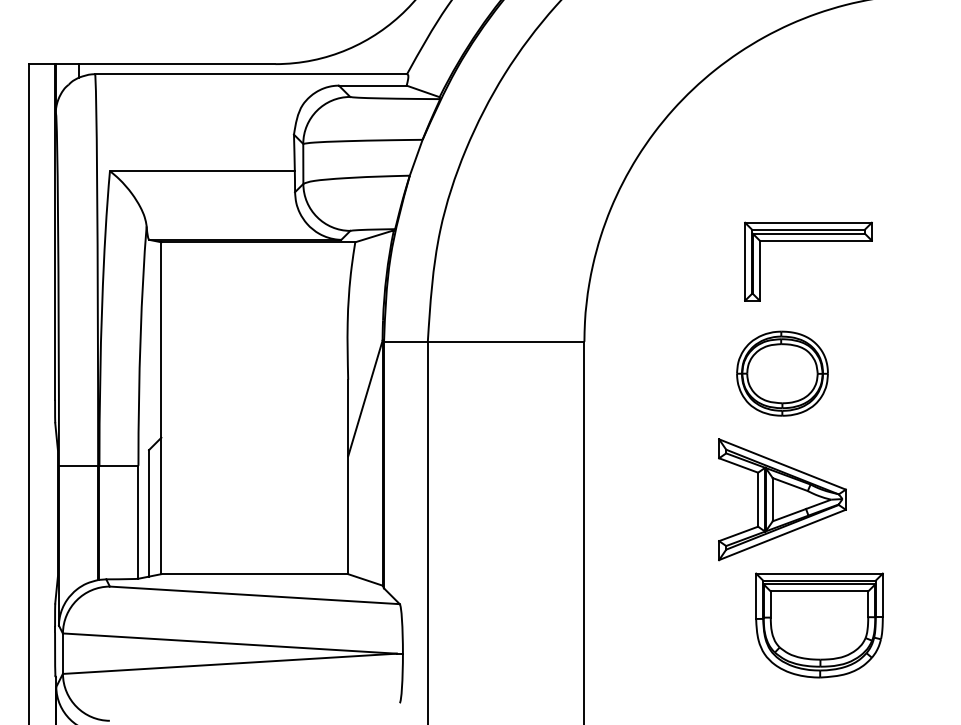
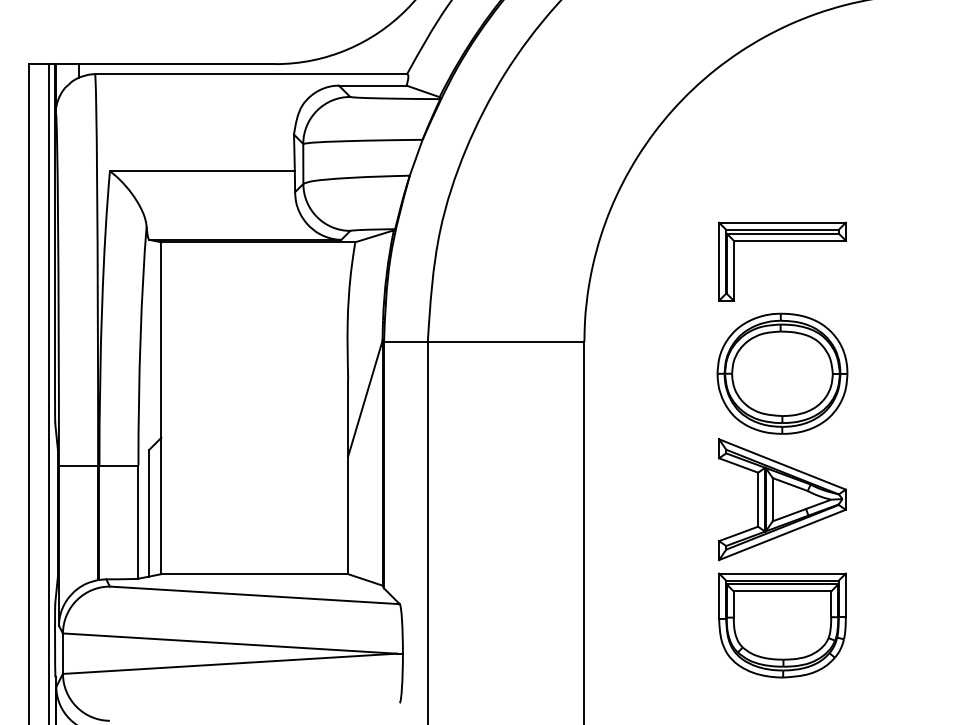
part at (808, 241) position: (808, 241) -> (782, 241)
part at (782, 373) size: 93x87 px -> 133x123 px
line at (49, 392): none -> present
part at (819, 625) position: (819, 625) -> (782, 625)
